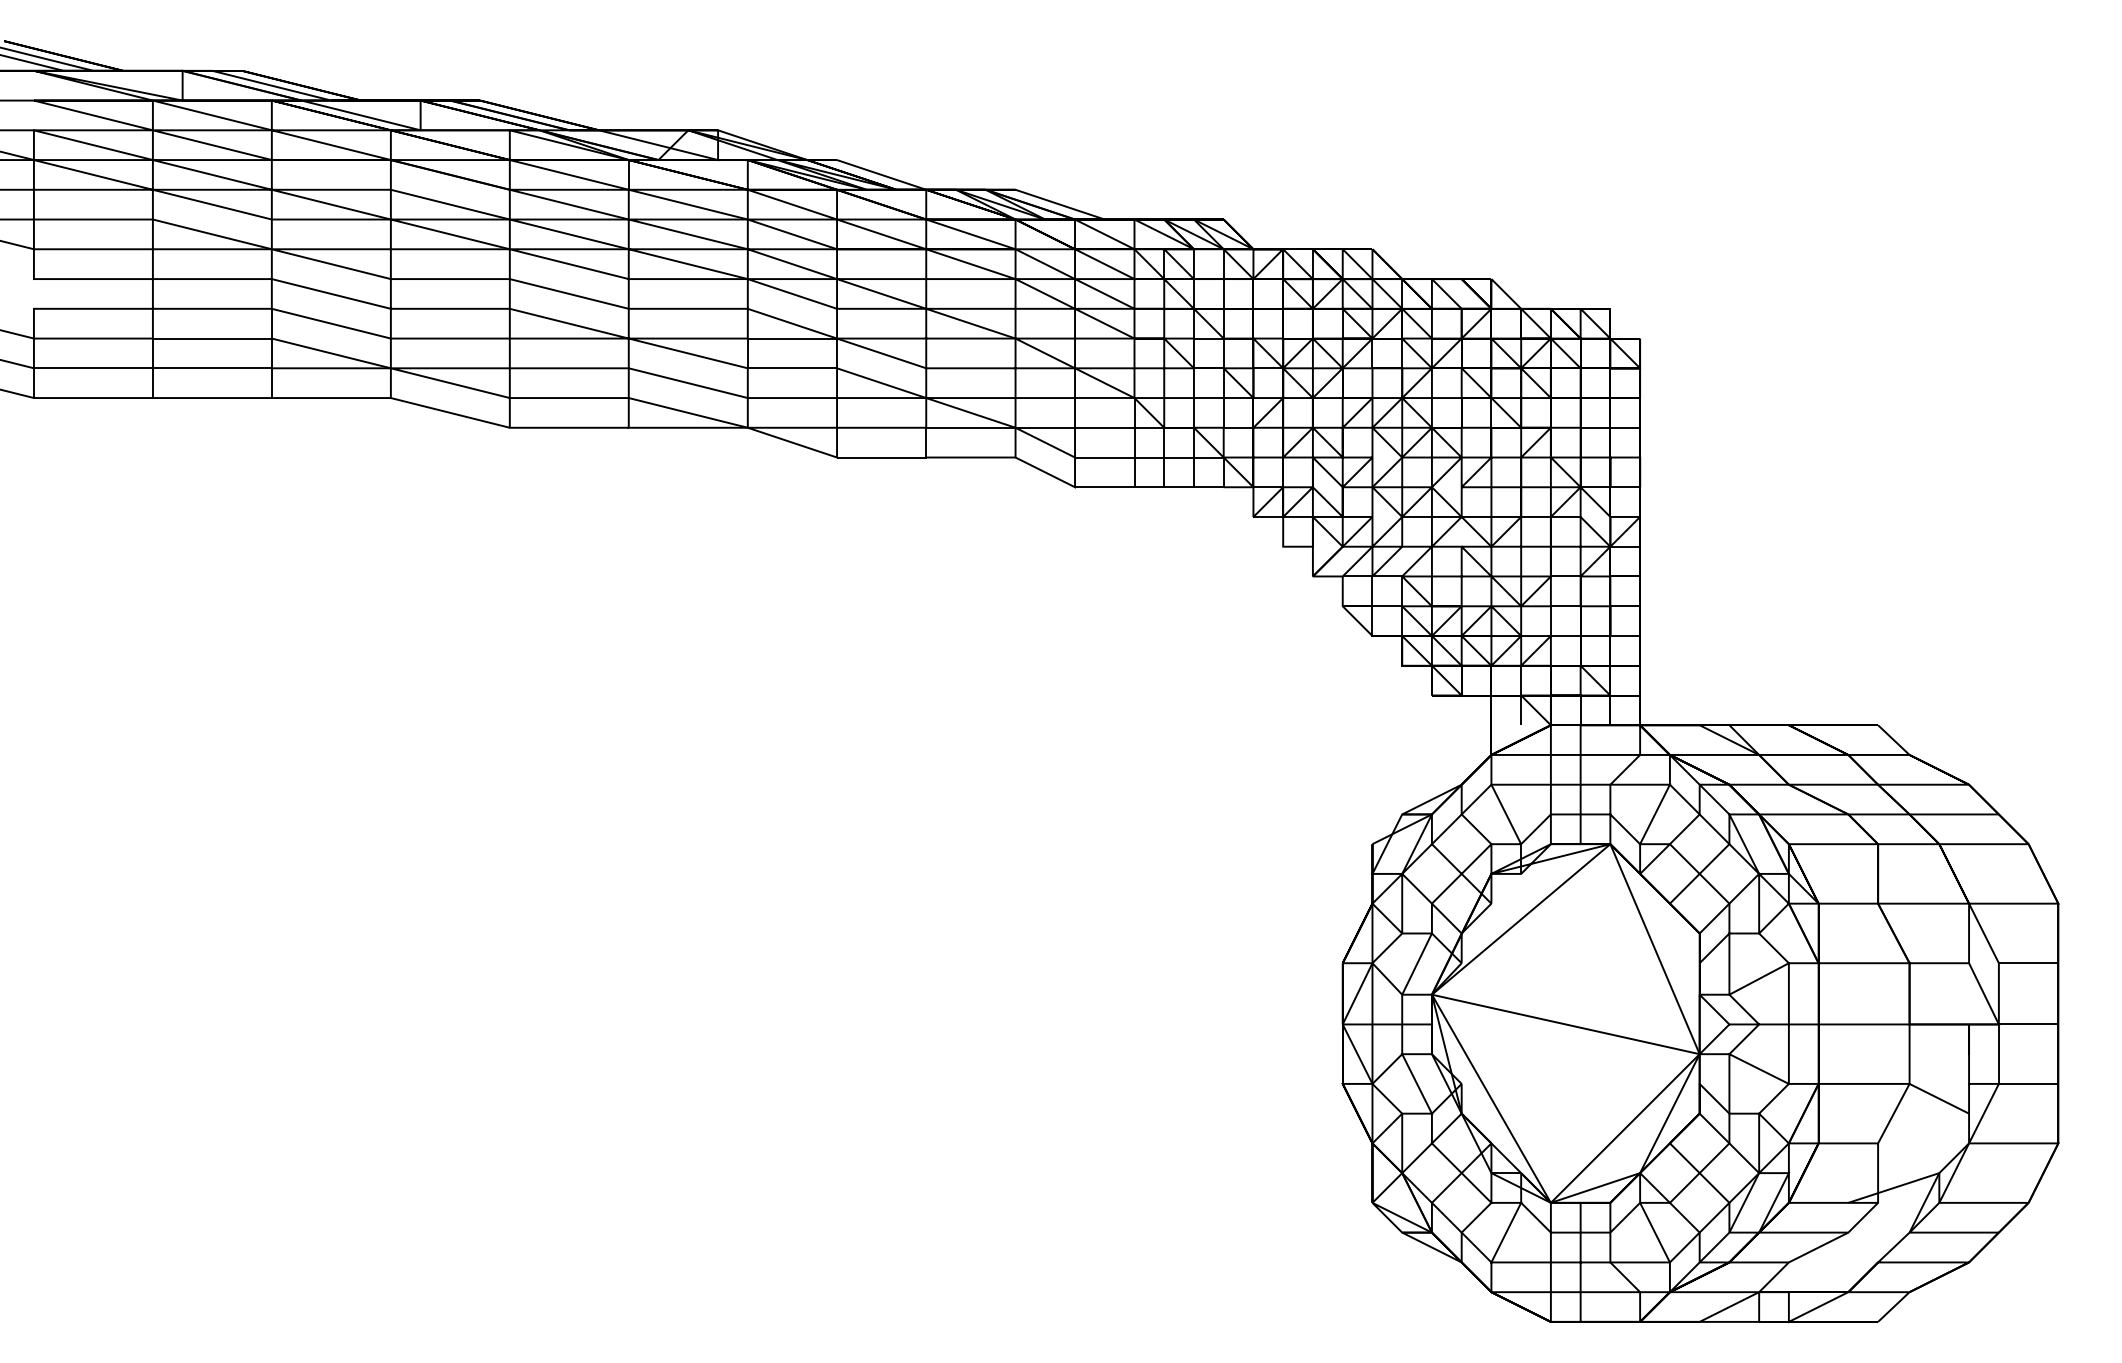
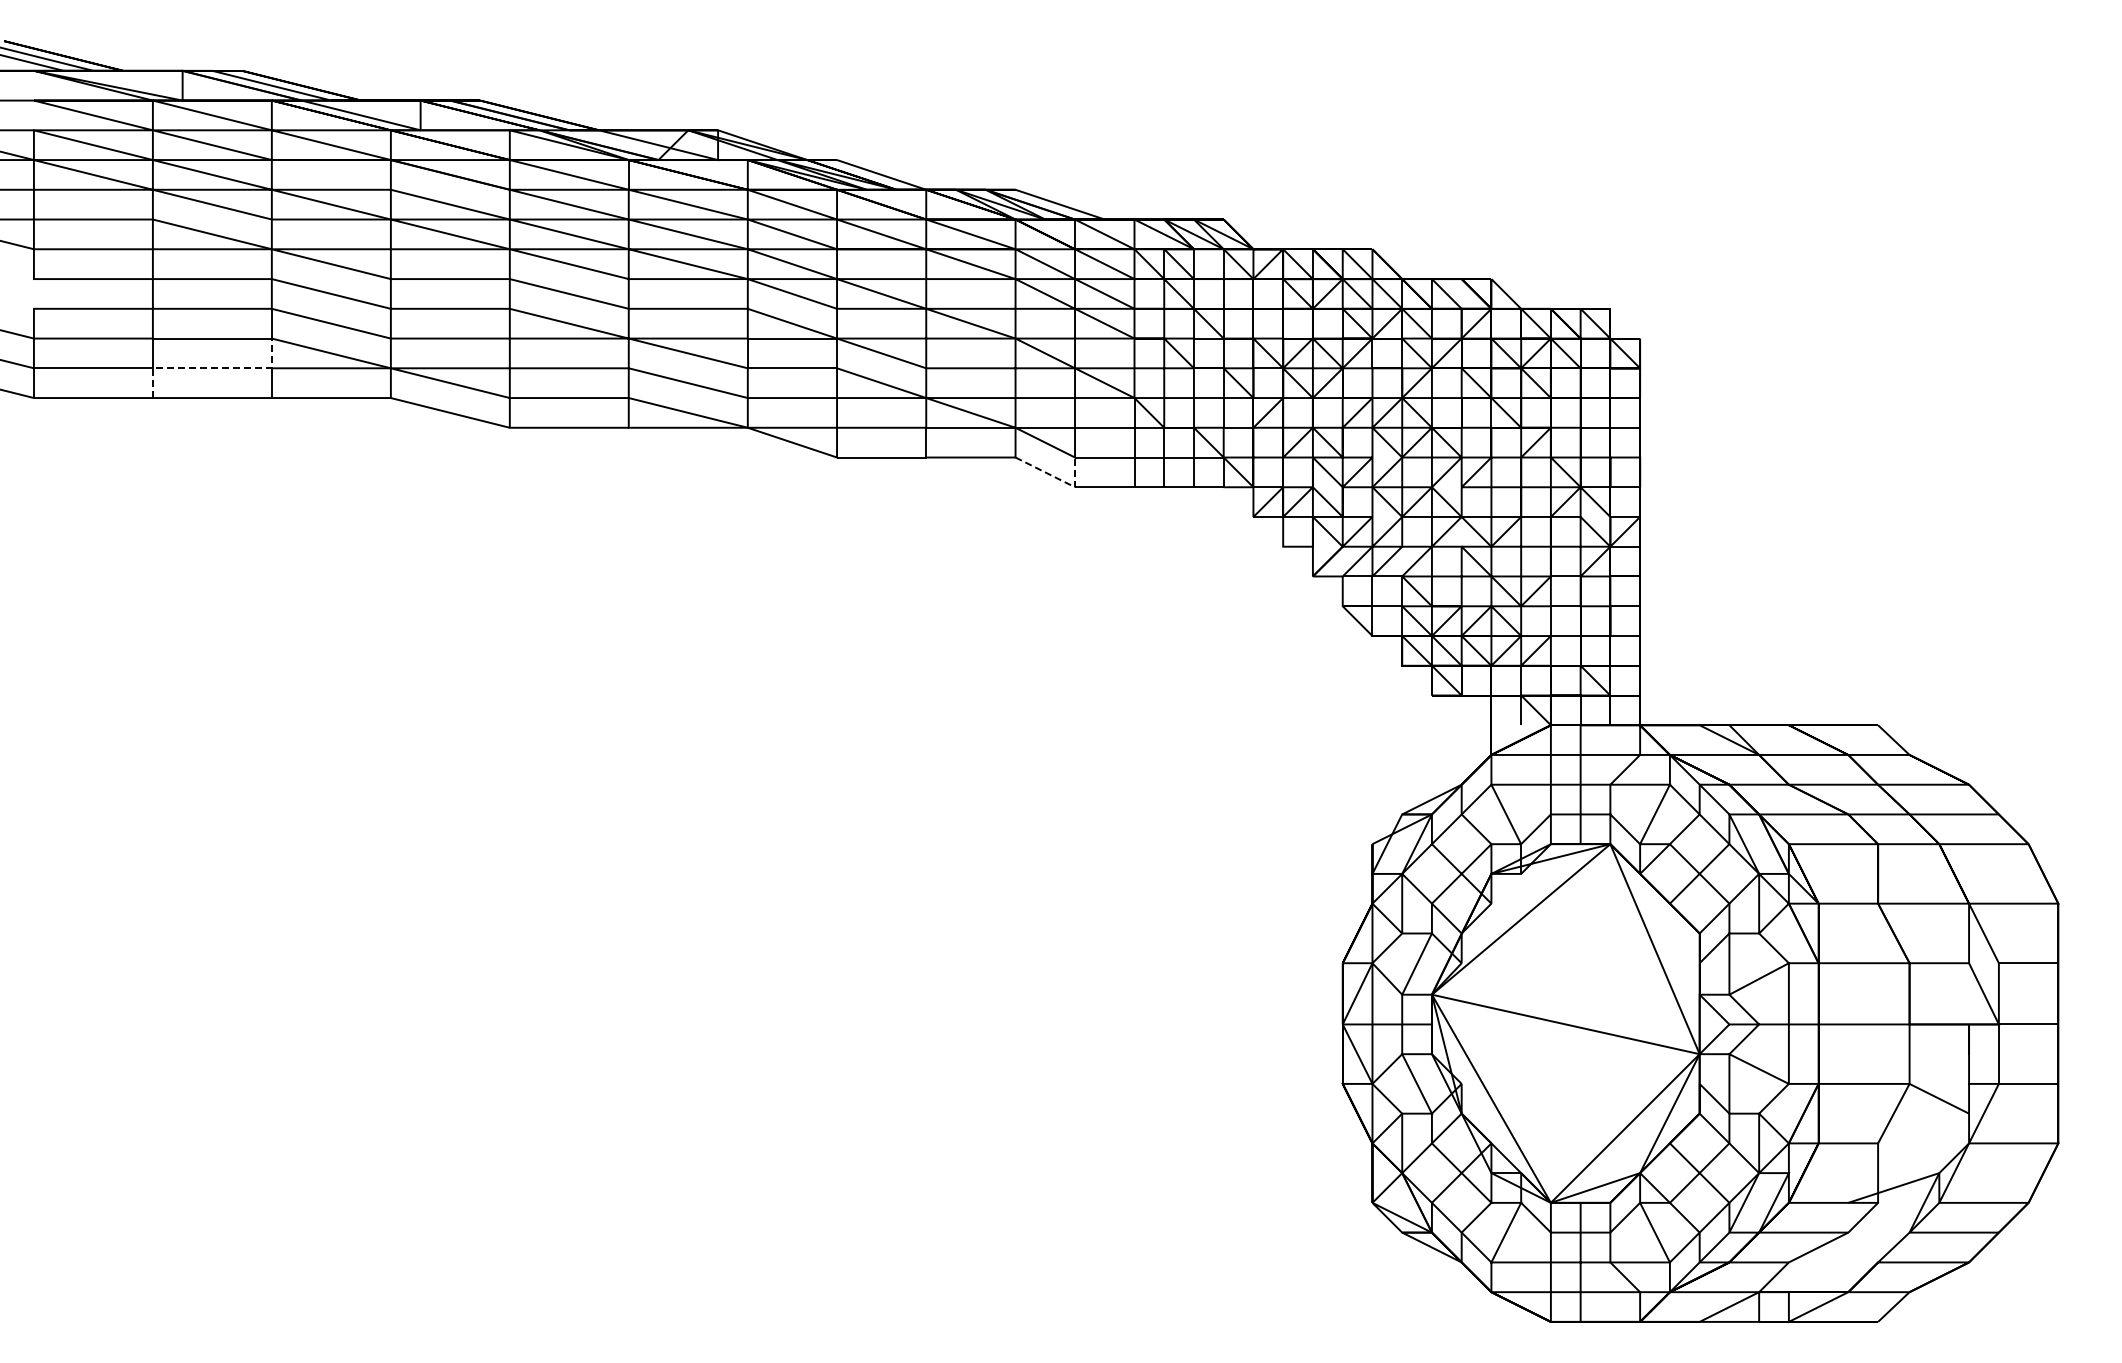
line at (212, 368): solid -> dashed
line at (1059, 479): solid -> dashed
